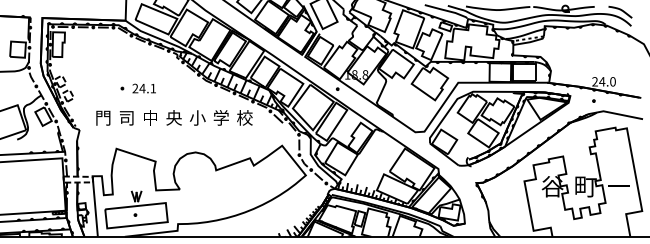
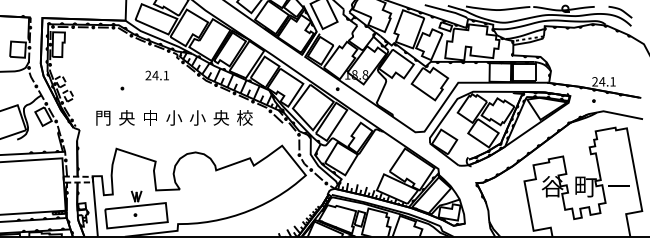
text at (612, 81): 24.0 -> 24.1
text at (143, 88) position: (143, 88) -> (156, 75)
text at (126, 117): 司 -> 央
text at (174, 117): 央 -> 小
text at (221, 117): 学 -> 央
